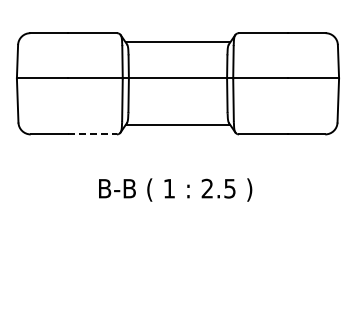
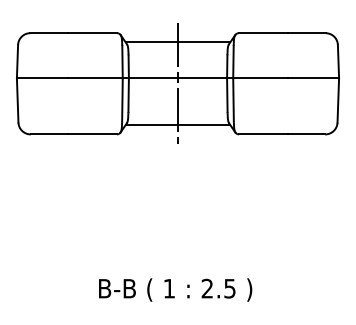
line at (178, 83): none -> present
line at (92, 134): dashed -> solid
text at (175, 189) position: (175, 189) -> (175, 289)
